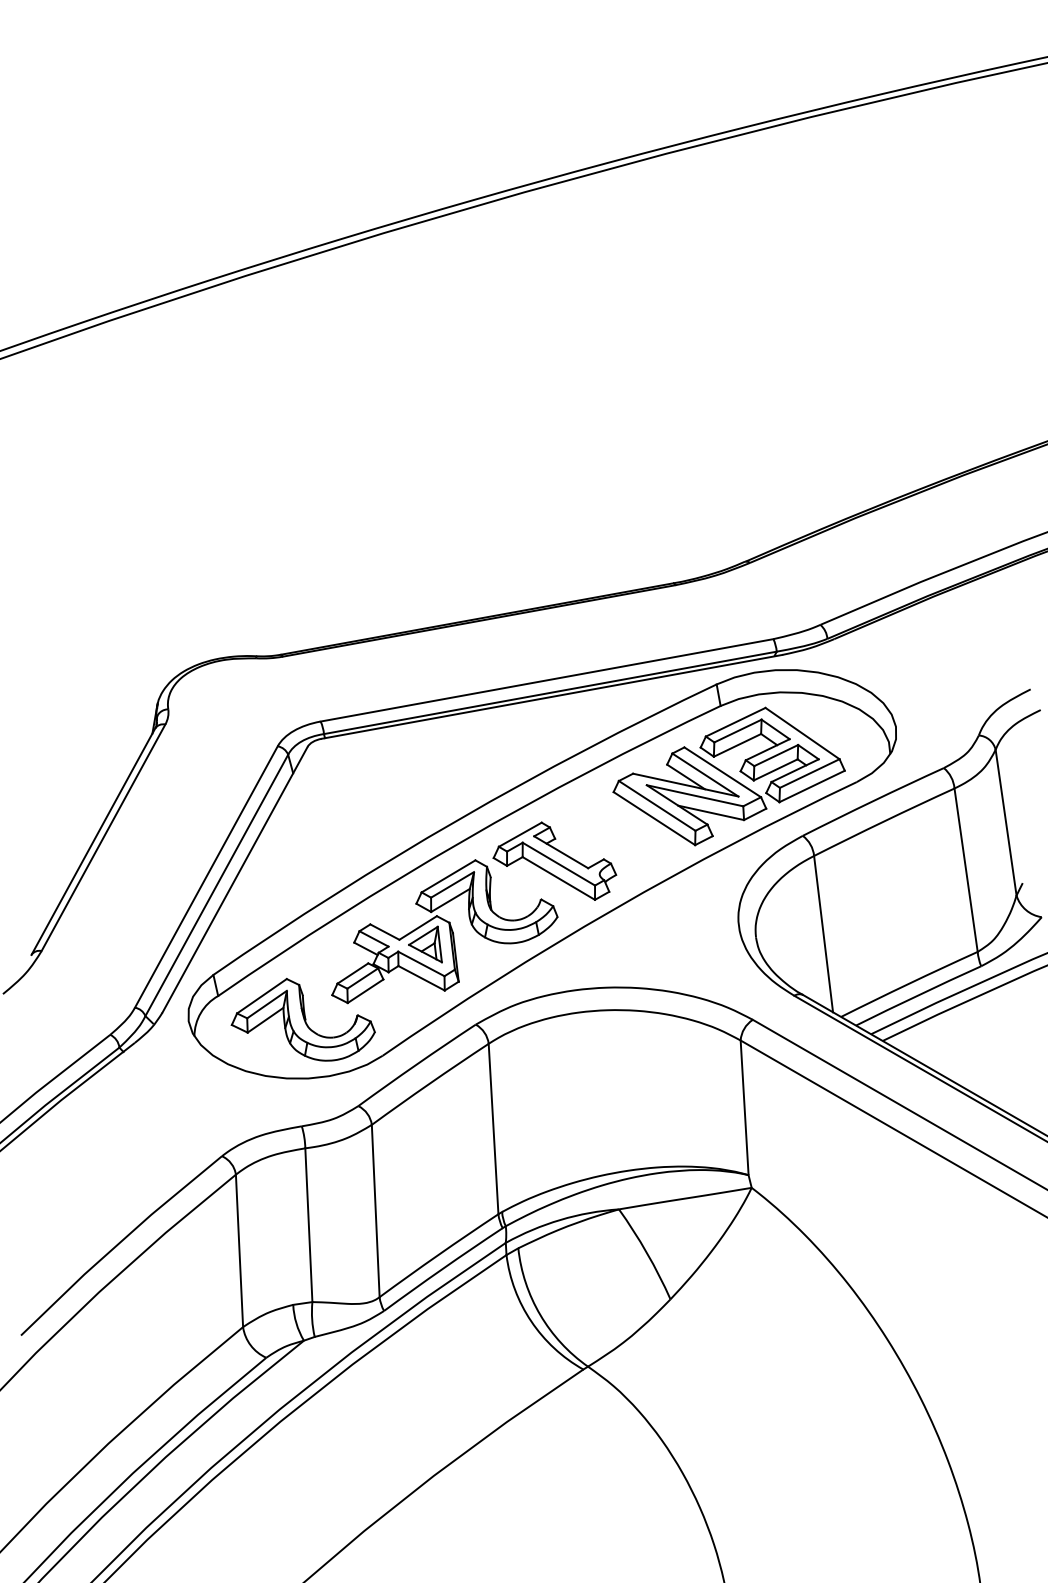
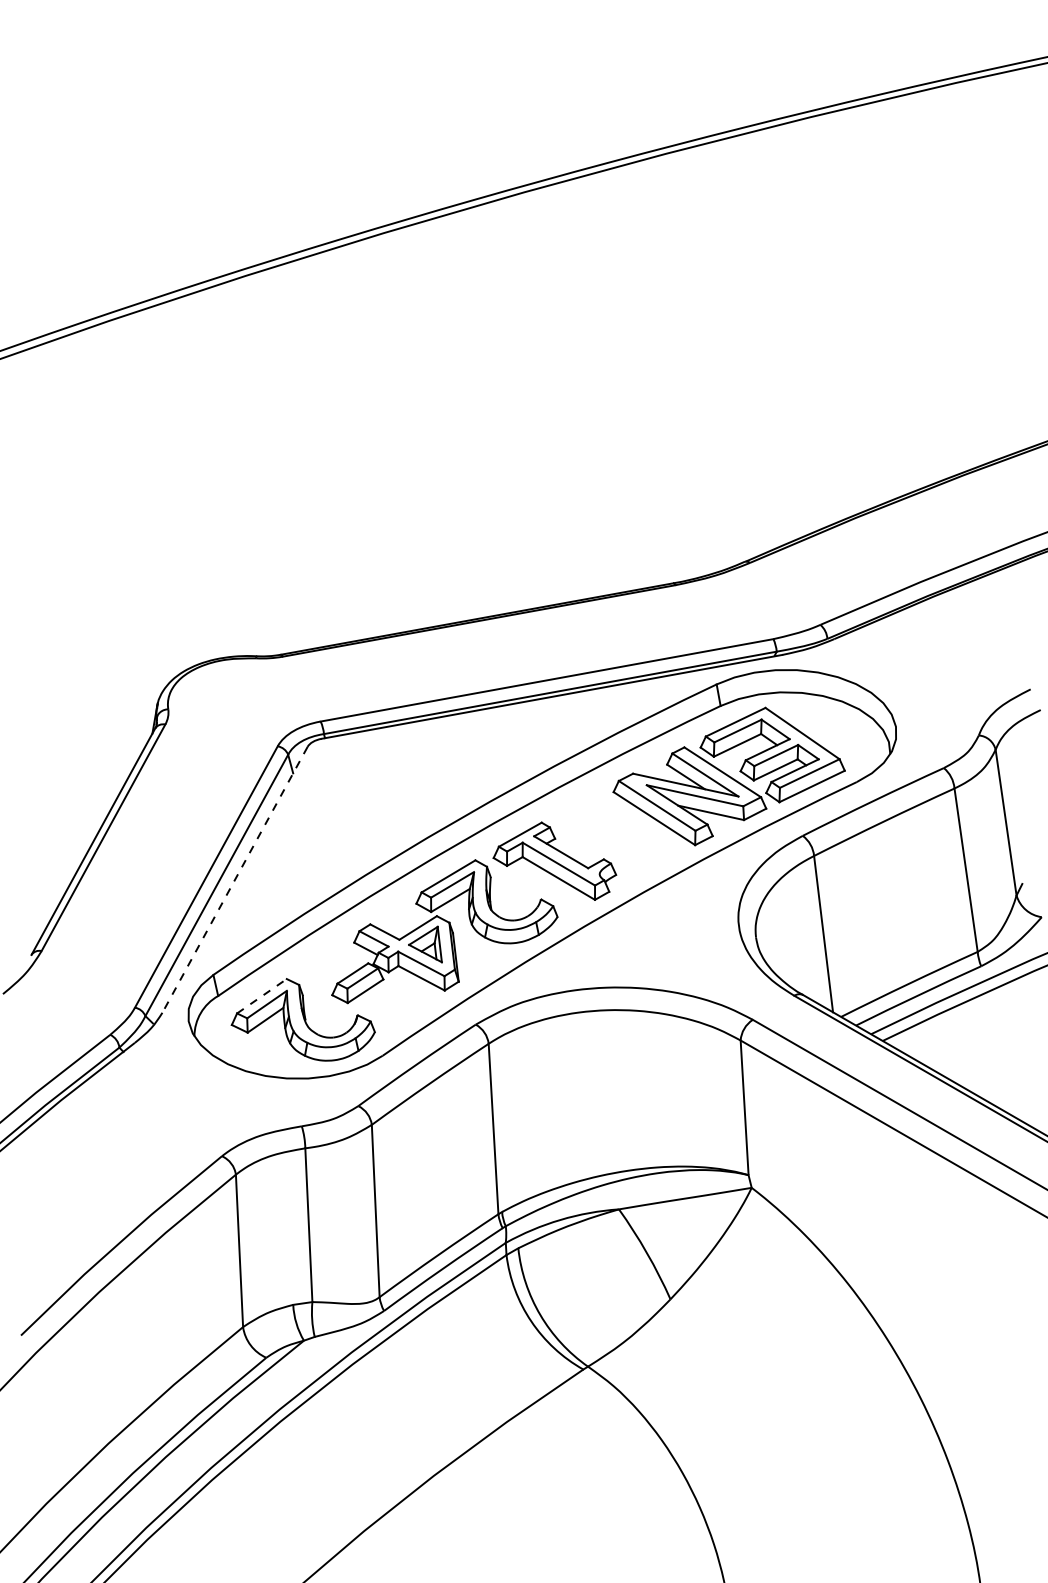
line at (234, 880): solid -> dashed
line at (262, 995): solid -> dashed
